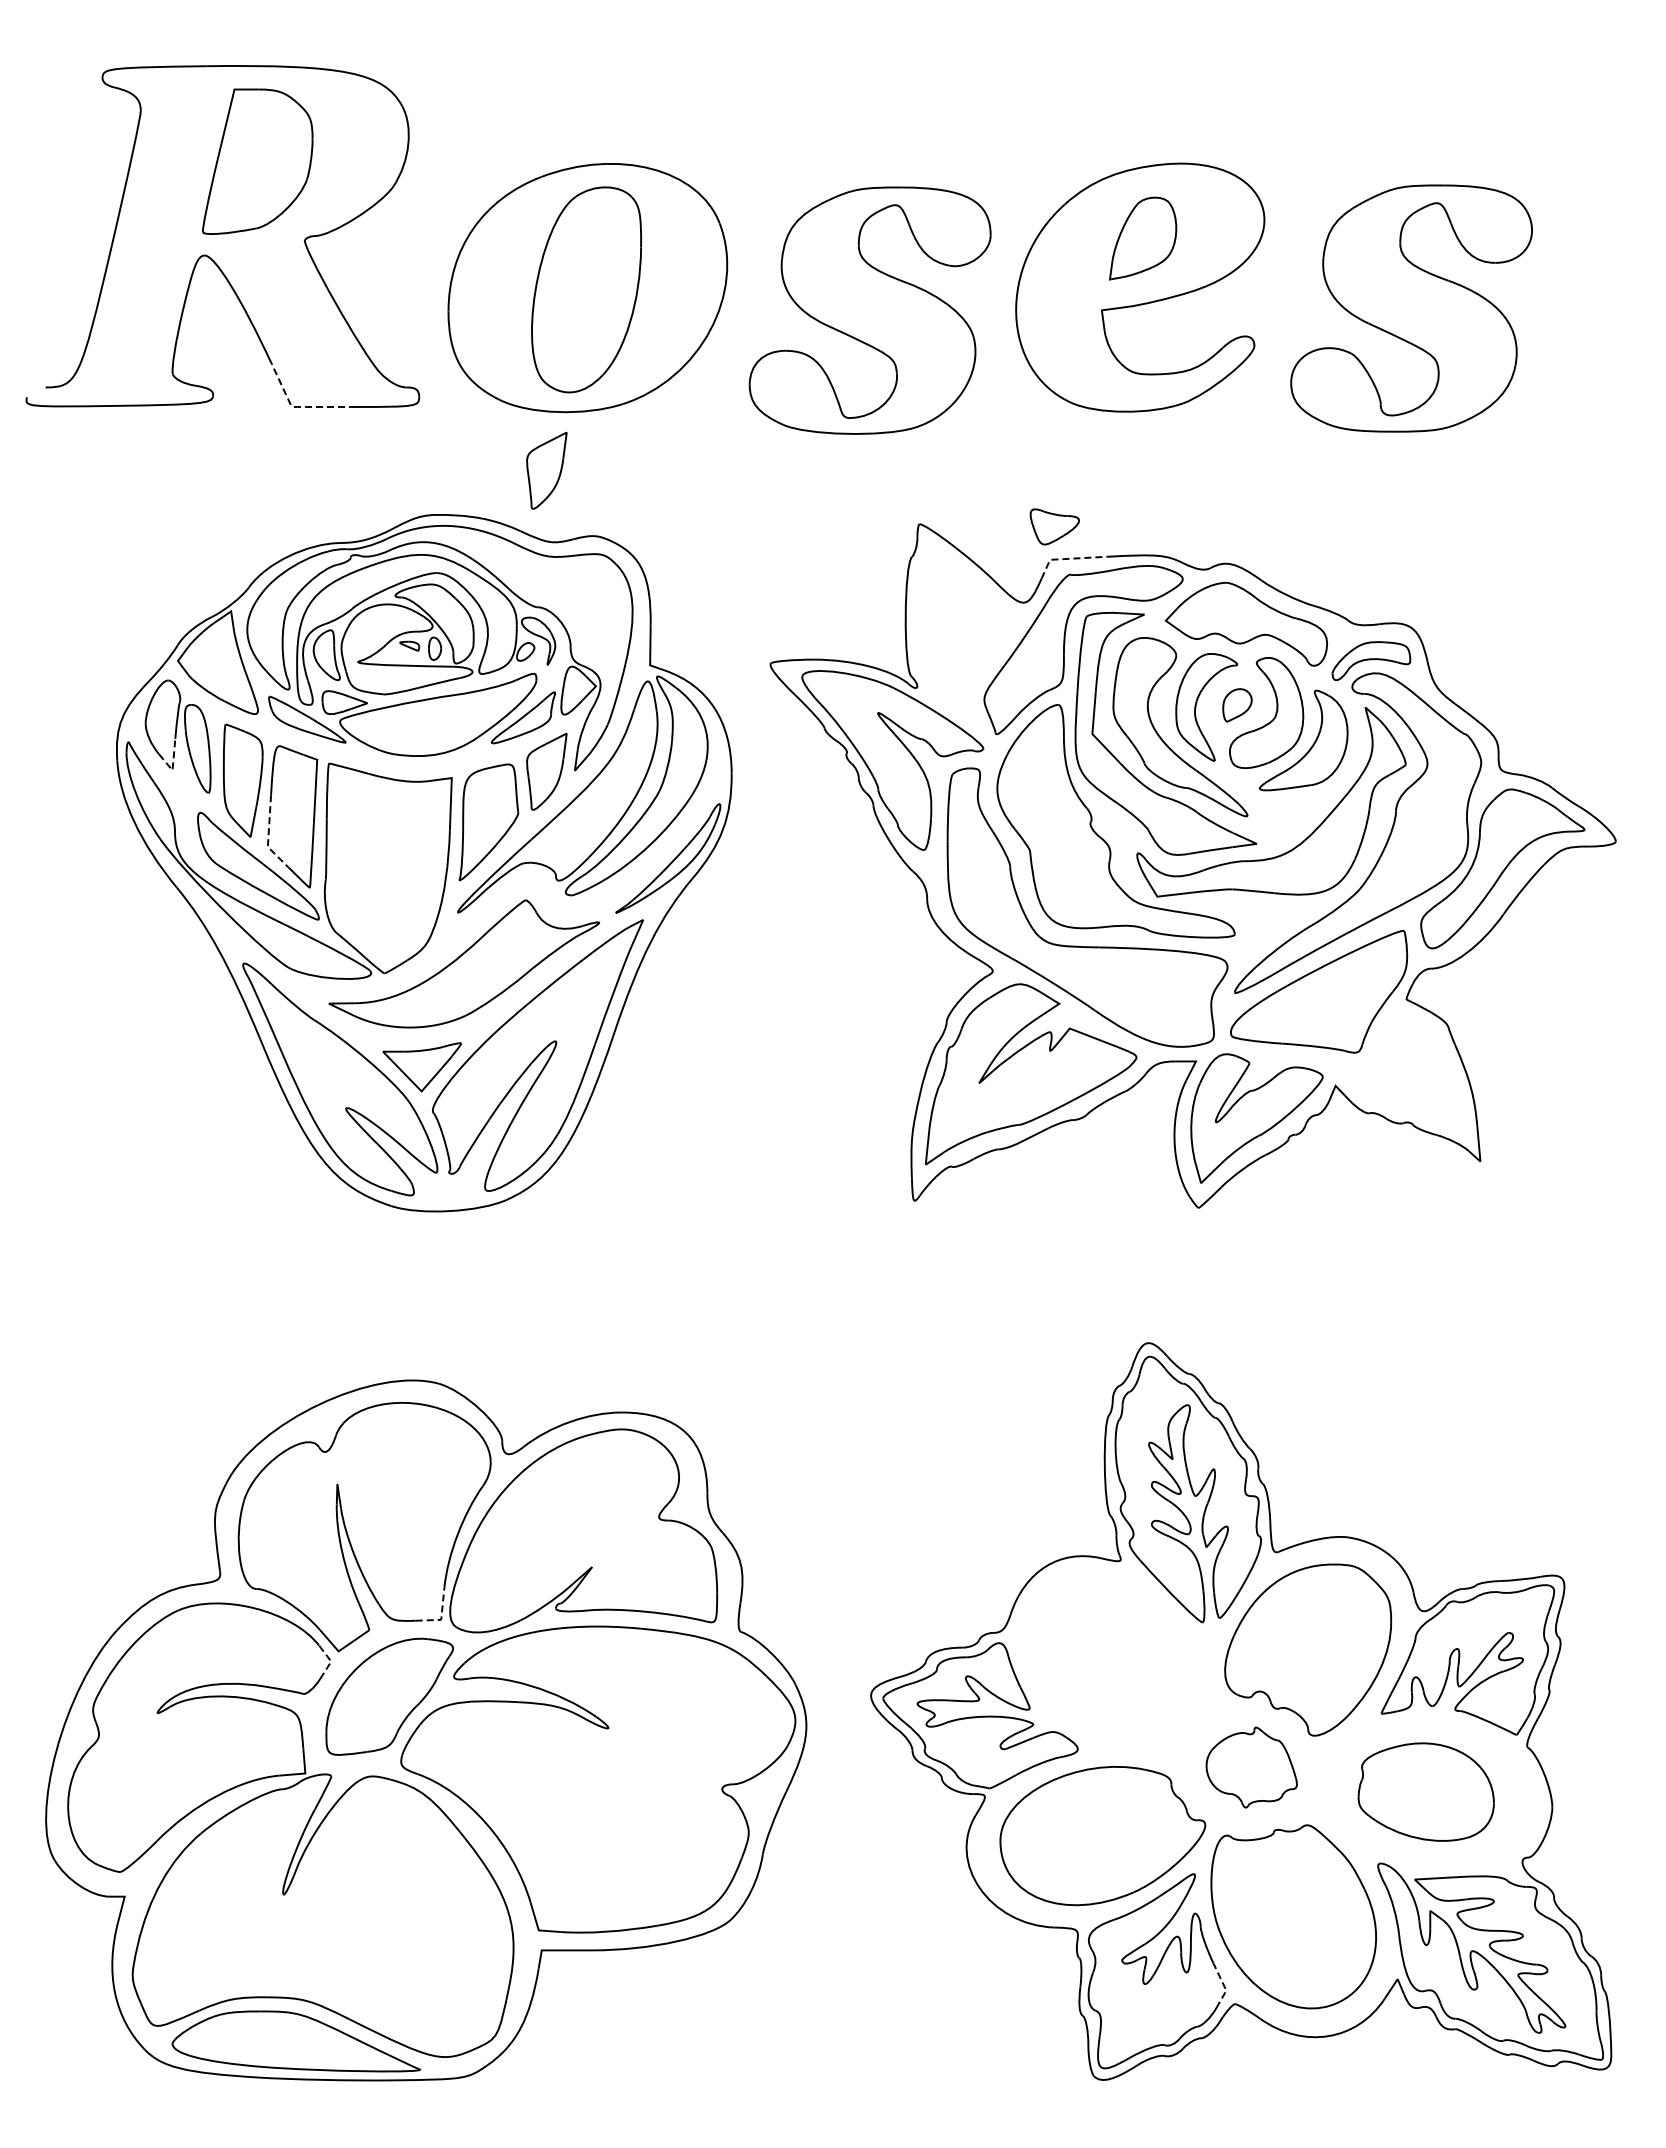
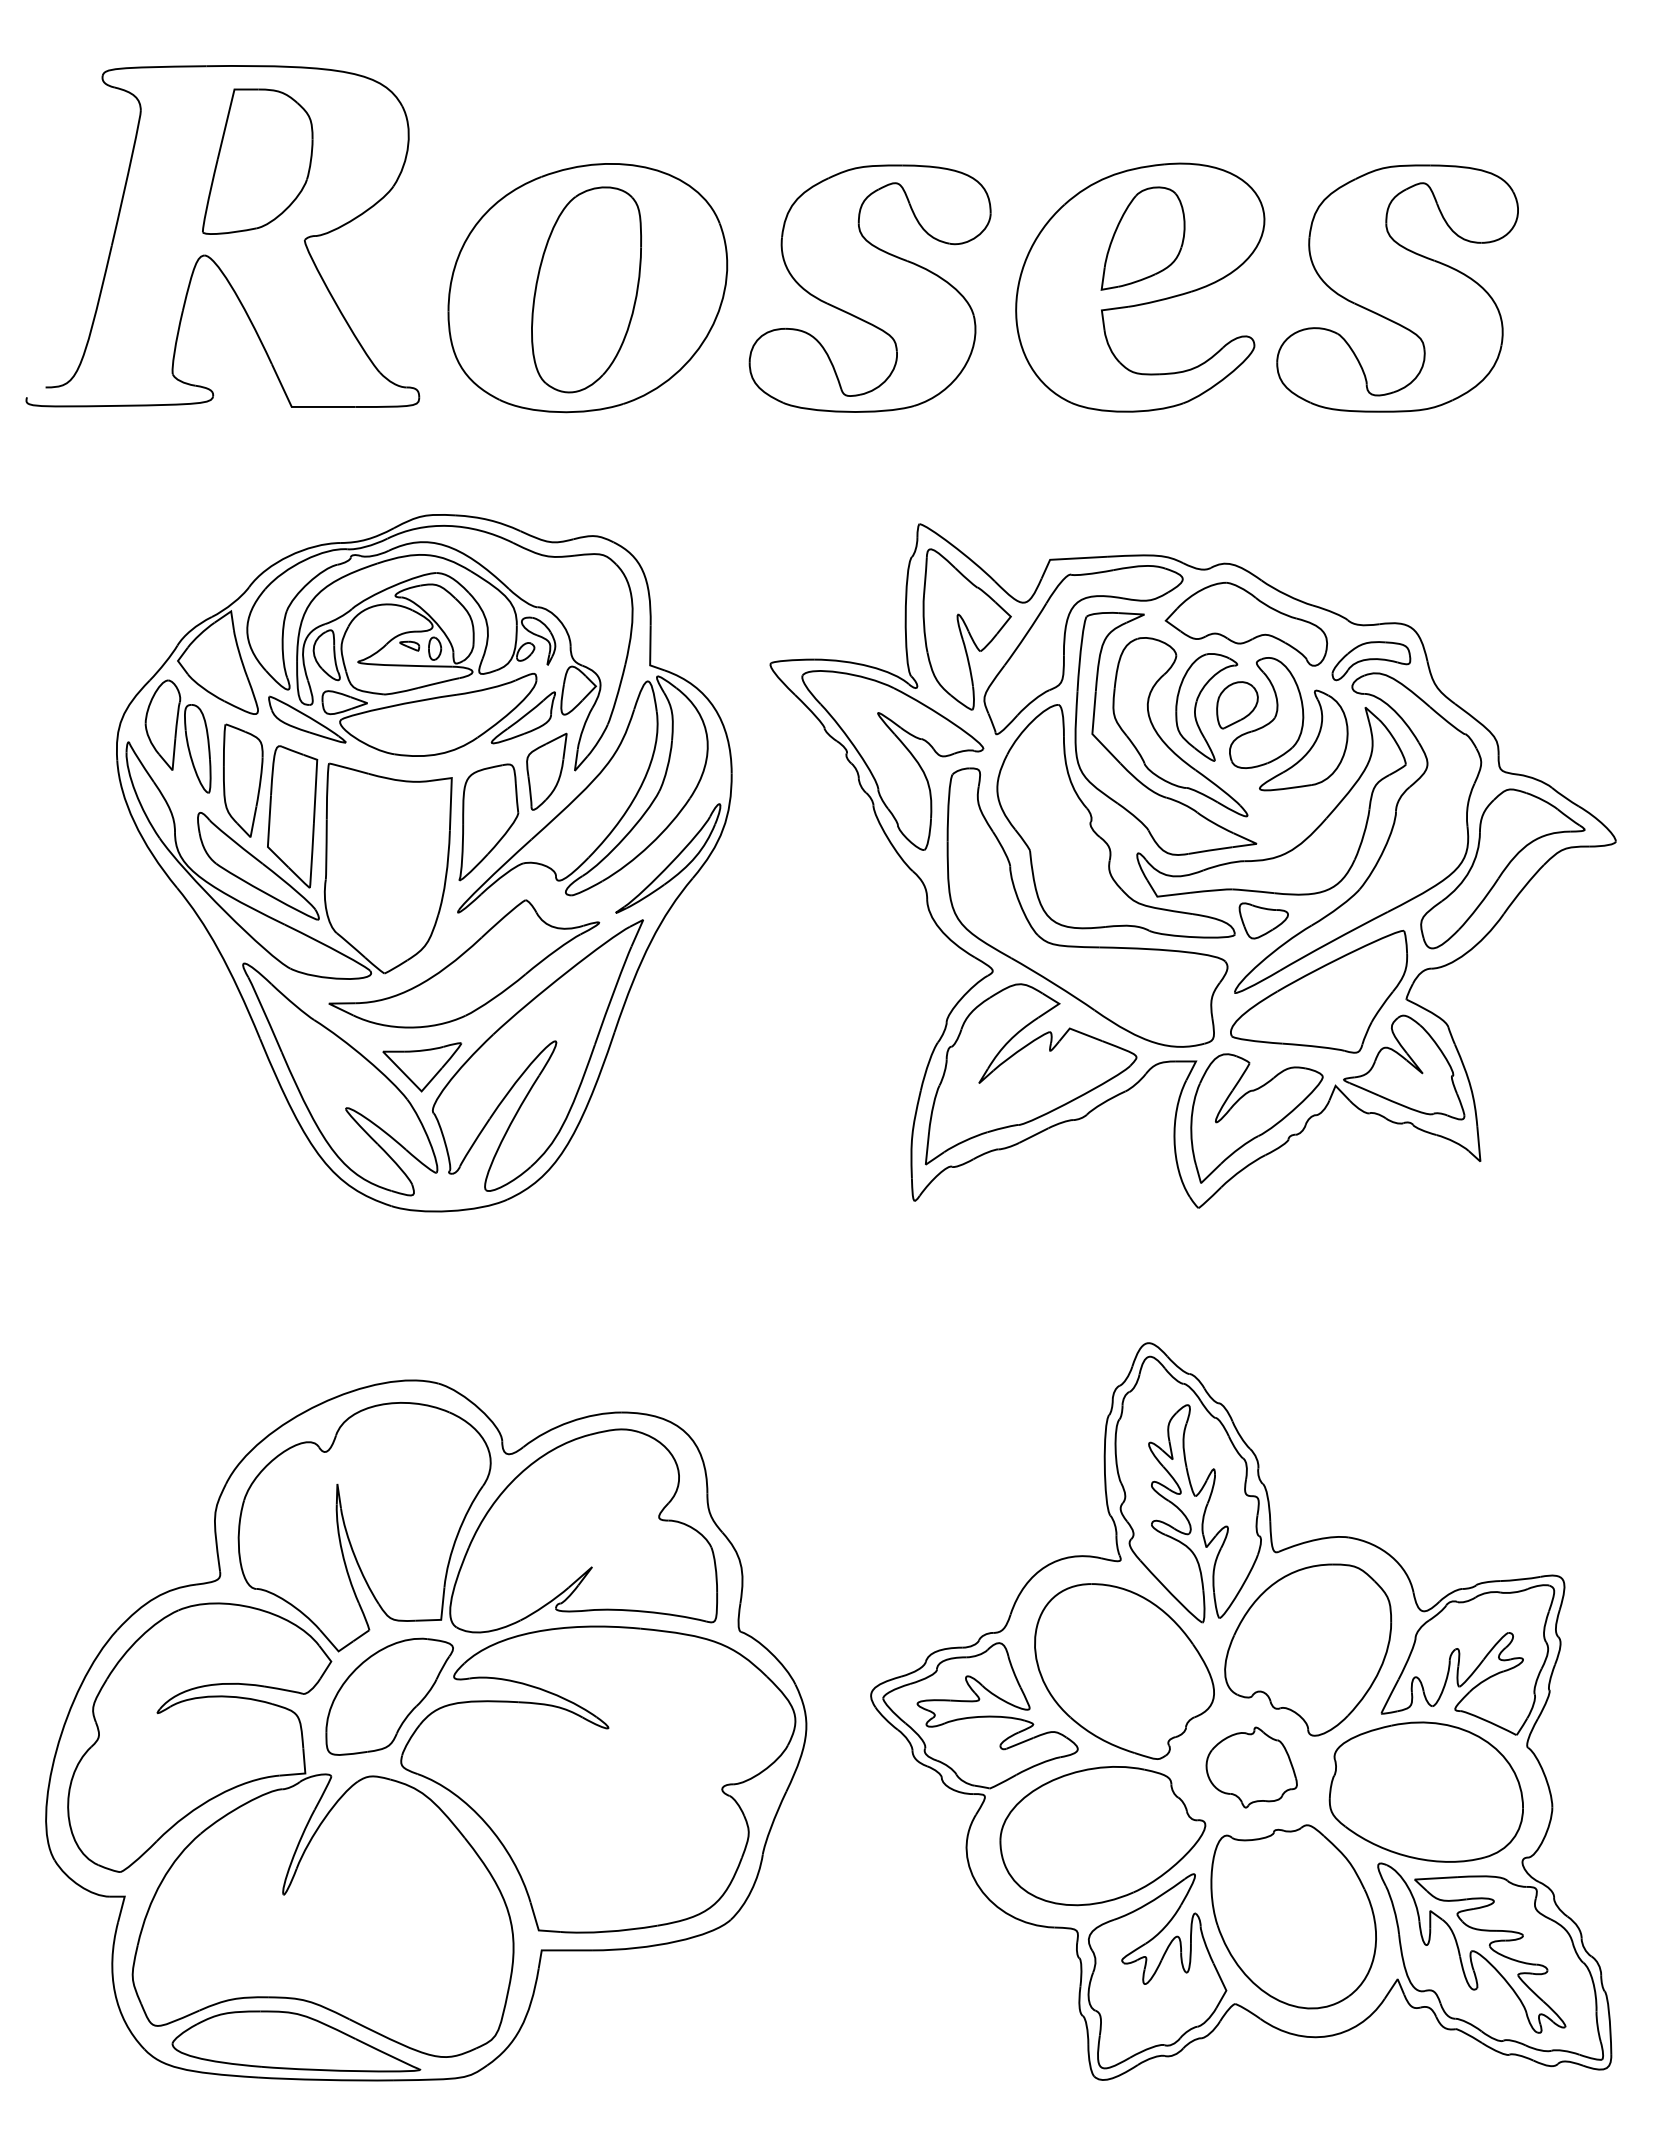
part at (1143, 238) size: 69x85 px -> 86x105 px
part at (1411, 308) position: (1411, 308) -> (1397, 288)
part at (869, 310) position: (869, 310) -> (869, 288)
line at (298, 406): dashed -> solid
part at (546, 470): present -> none
part at (1054, 526) position: (1054, 526) -> (1263, 920)
line at (1067, 558): dashed -> solid
part at (966, 629): none -> present
part at (1237, 705) size: 31x35 px -> 43x49 px
line at (173, 765): dashed -> solid
line at (268, 837): dashed -> solid
part at (1404, 1067): none -> present
line at (441, 1616): dashed -> solid
line at (331, 1661): dashed -> solid
part at (1124, 1671): none -> present
part at (1425, 1791) size: 138x100 px -> 196x142 px
line at (1224, 1986): dashed -> solid
